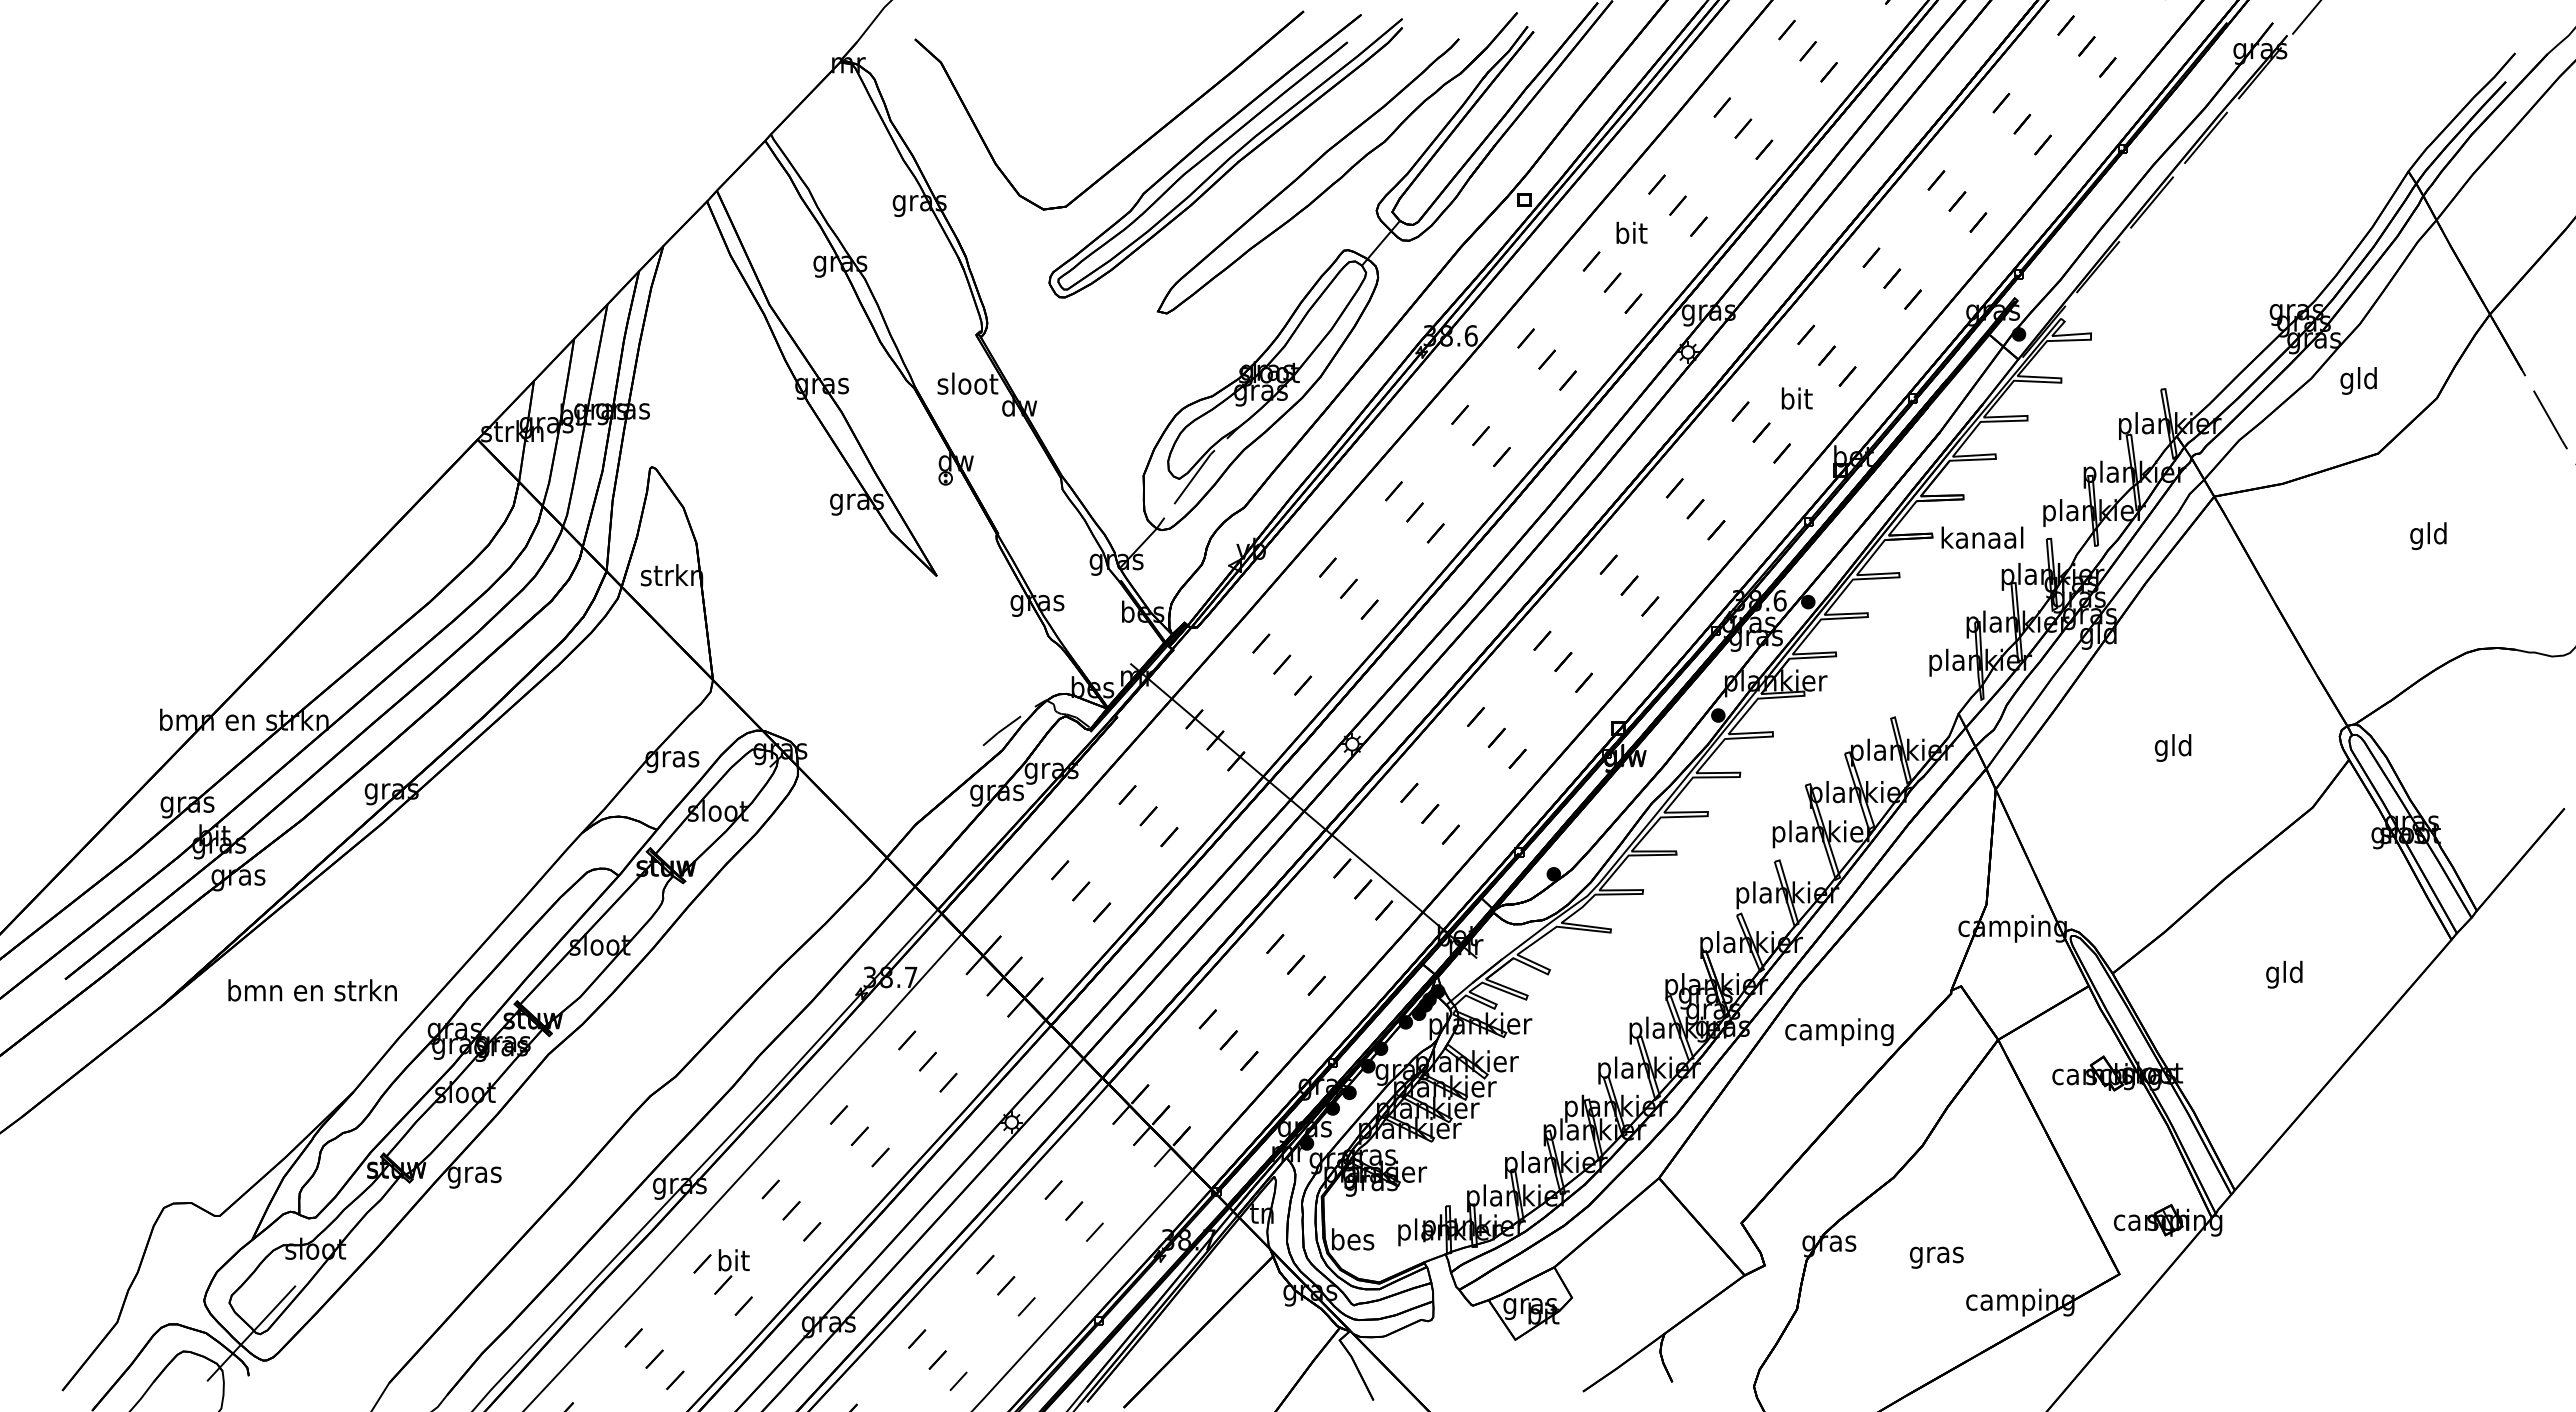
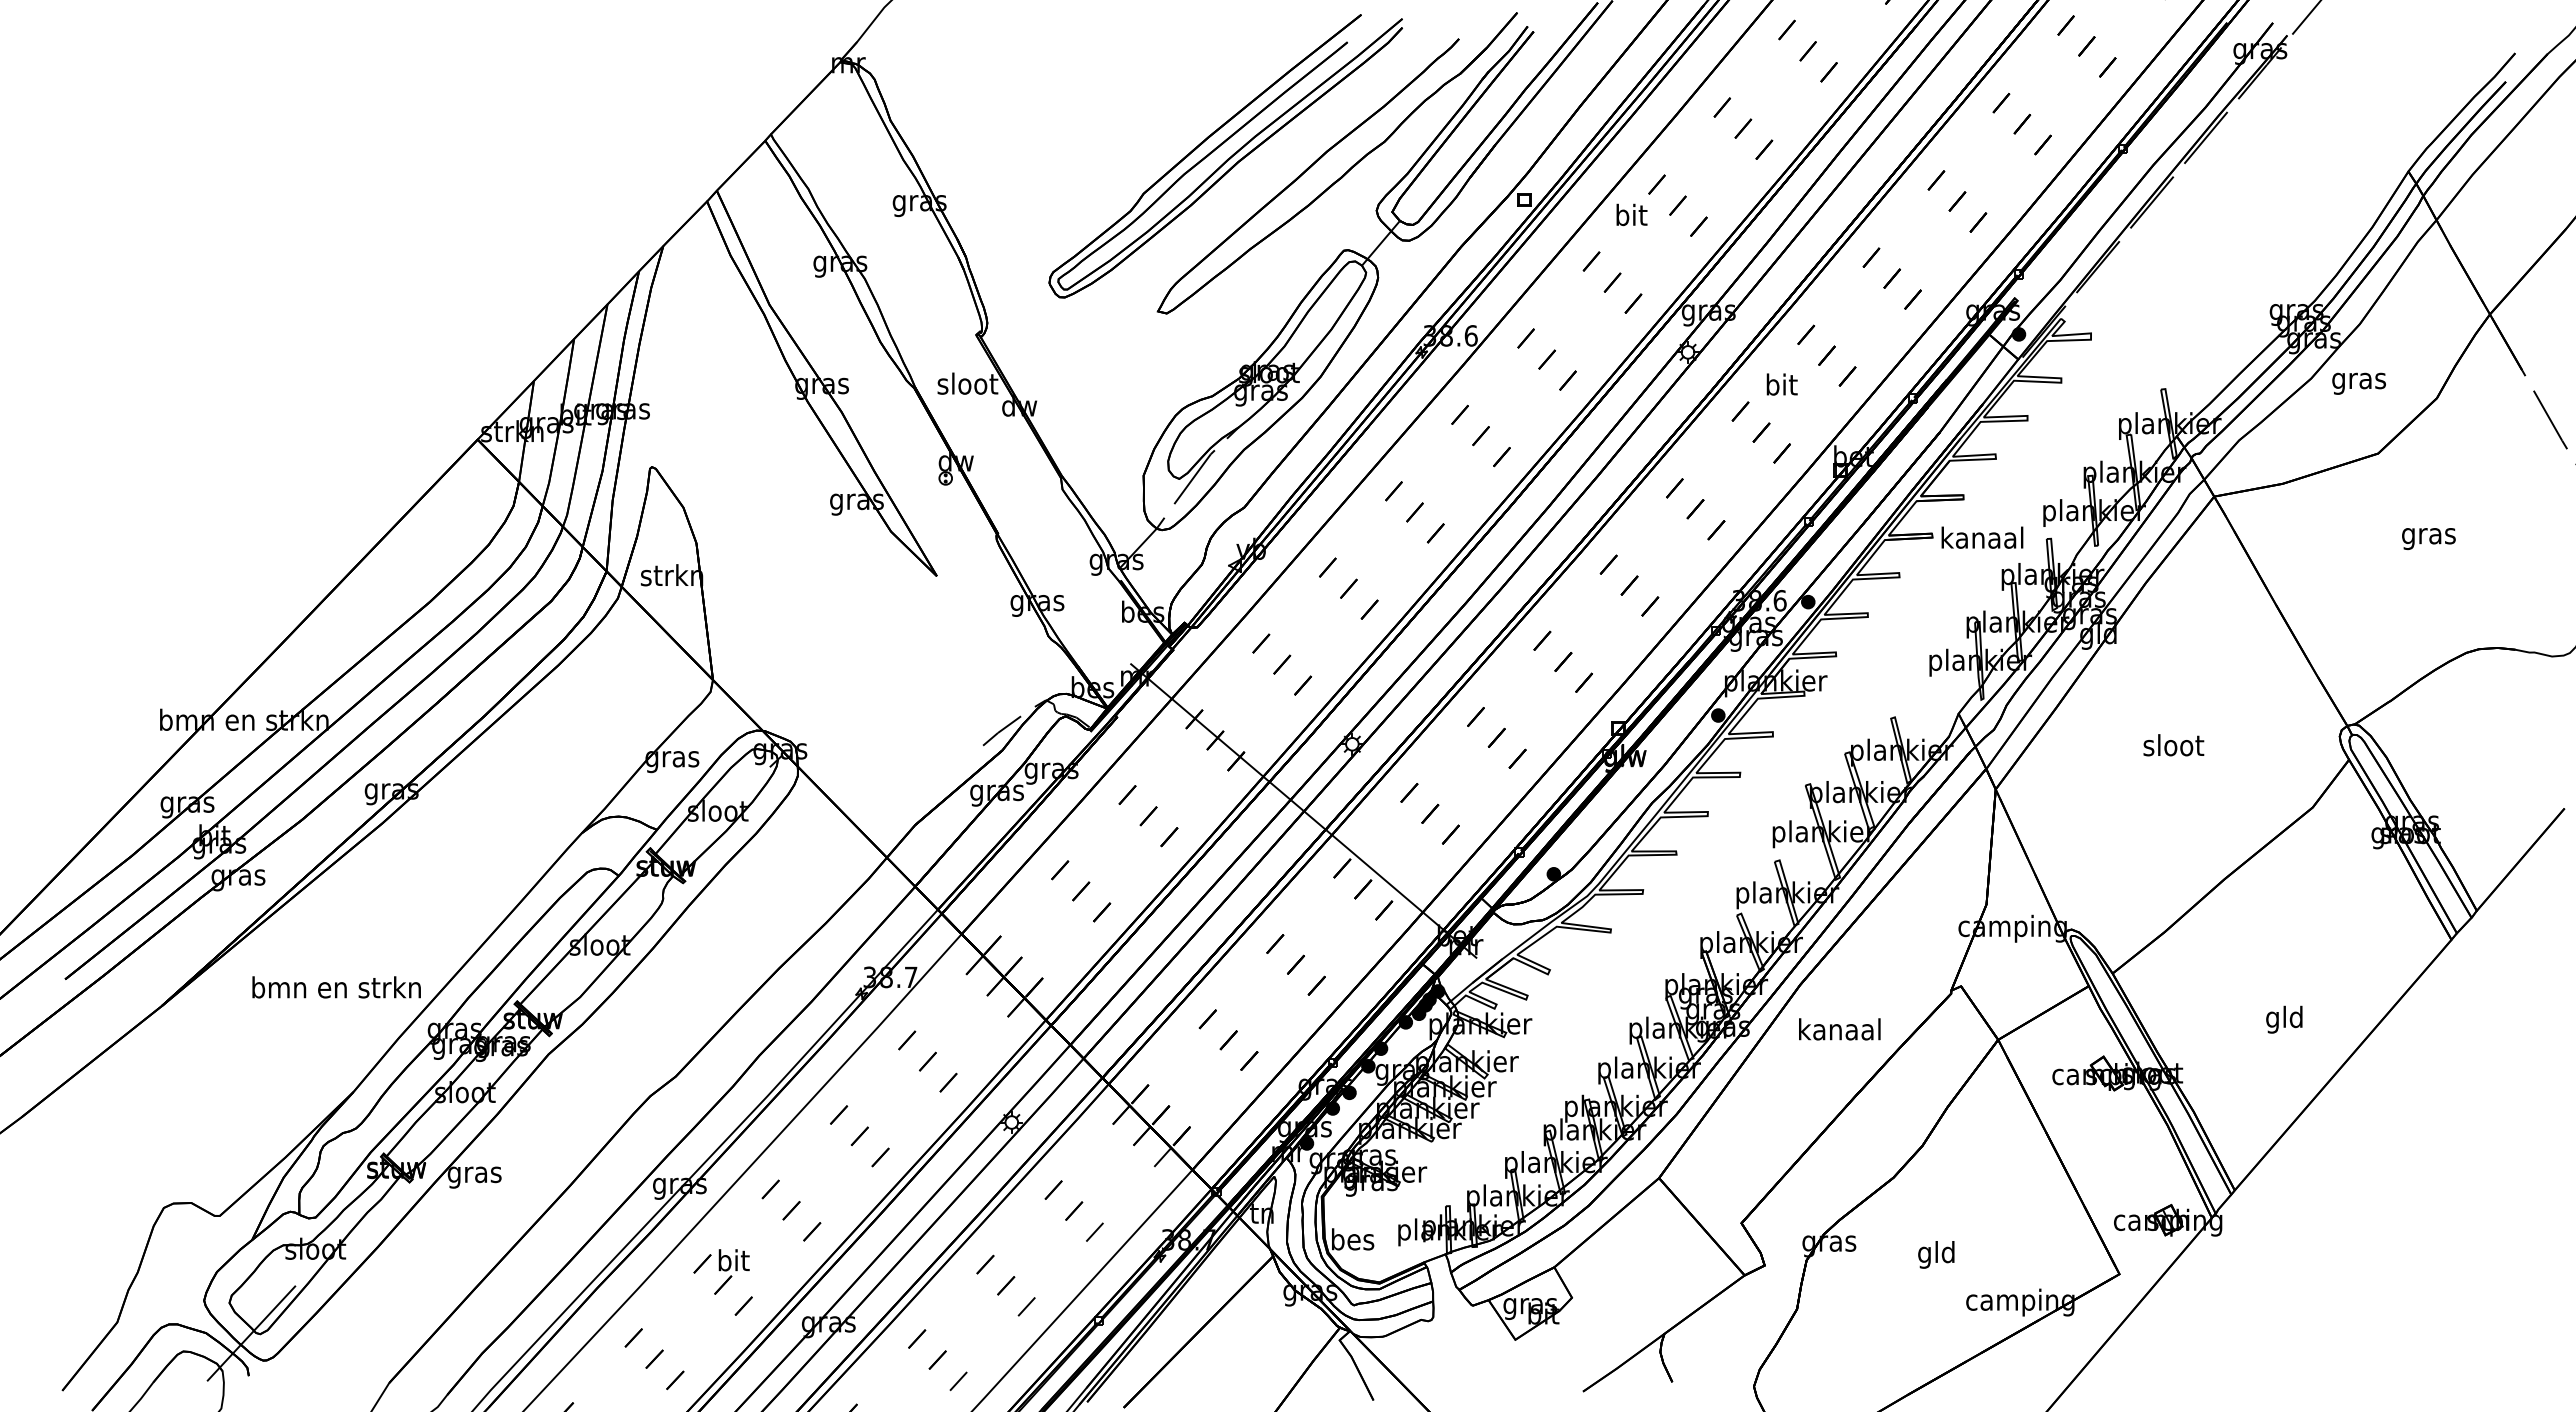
part at (1141, 143): present -> none
text at (1631, 232) position: (1631, 232) -> (1631, 214)
text at (2359, 380): gld -> gras
text at (1796, 398) position: (1796, 398) -> (1781, 384)
text at (2428, 536): gld -> gras
text at (2173, 747): gld -> sloot
text at (2284, 974) position: (2284, 974) -> (2284, 1019)
text at (312, 990) position: (312, 990) -> (336, 987)
text at (1839, 1032): camping -> kanaal
text at (1936, 1254): gras -> gld
